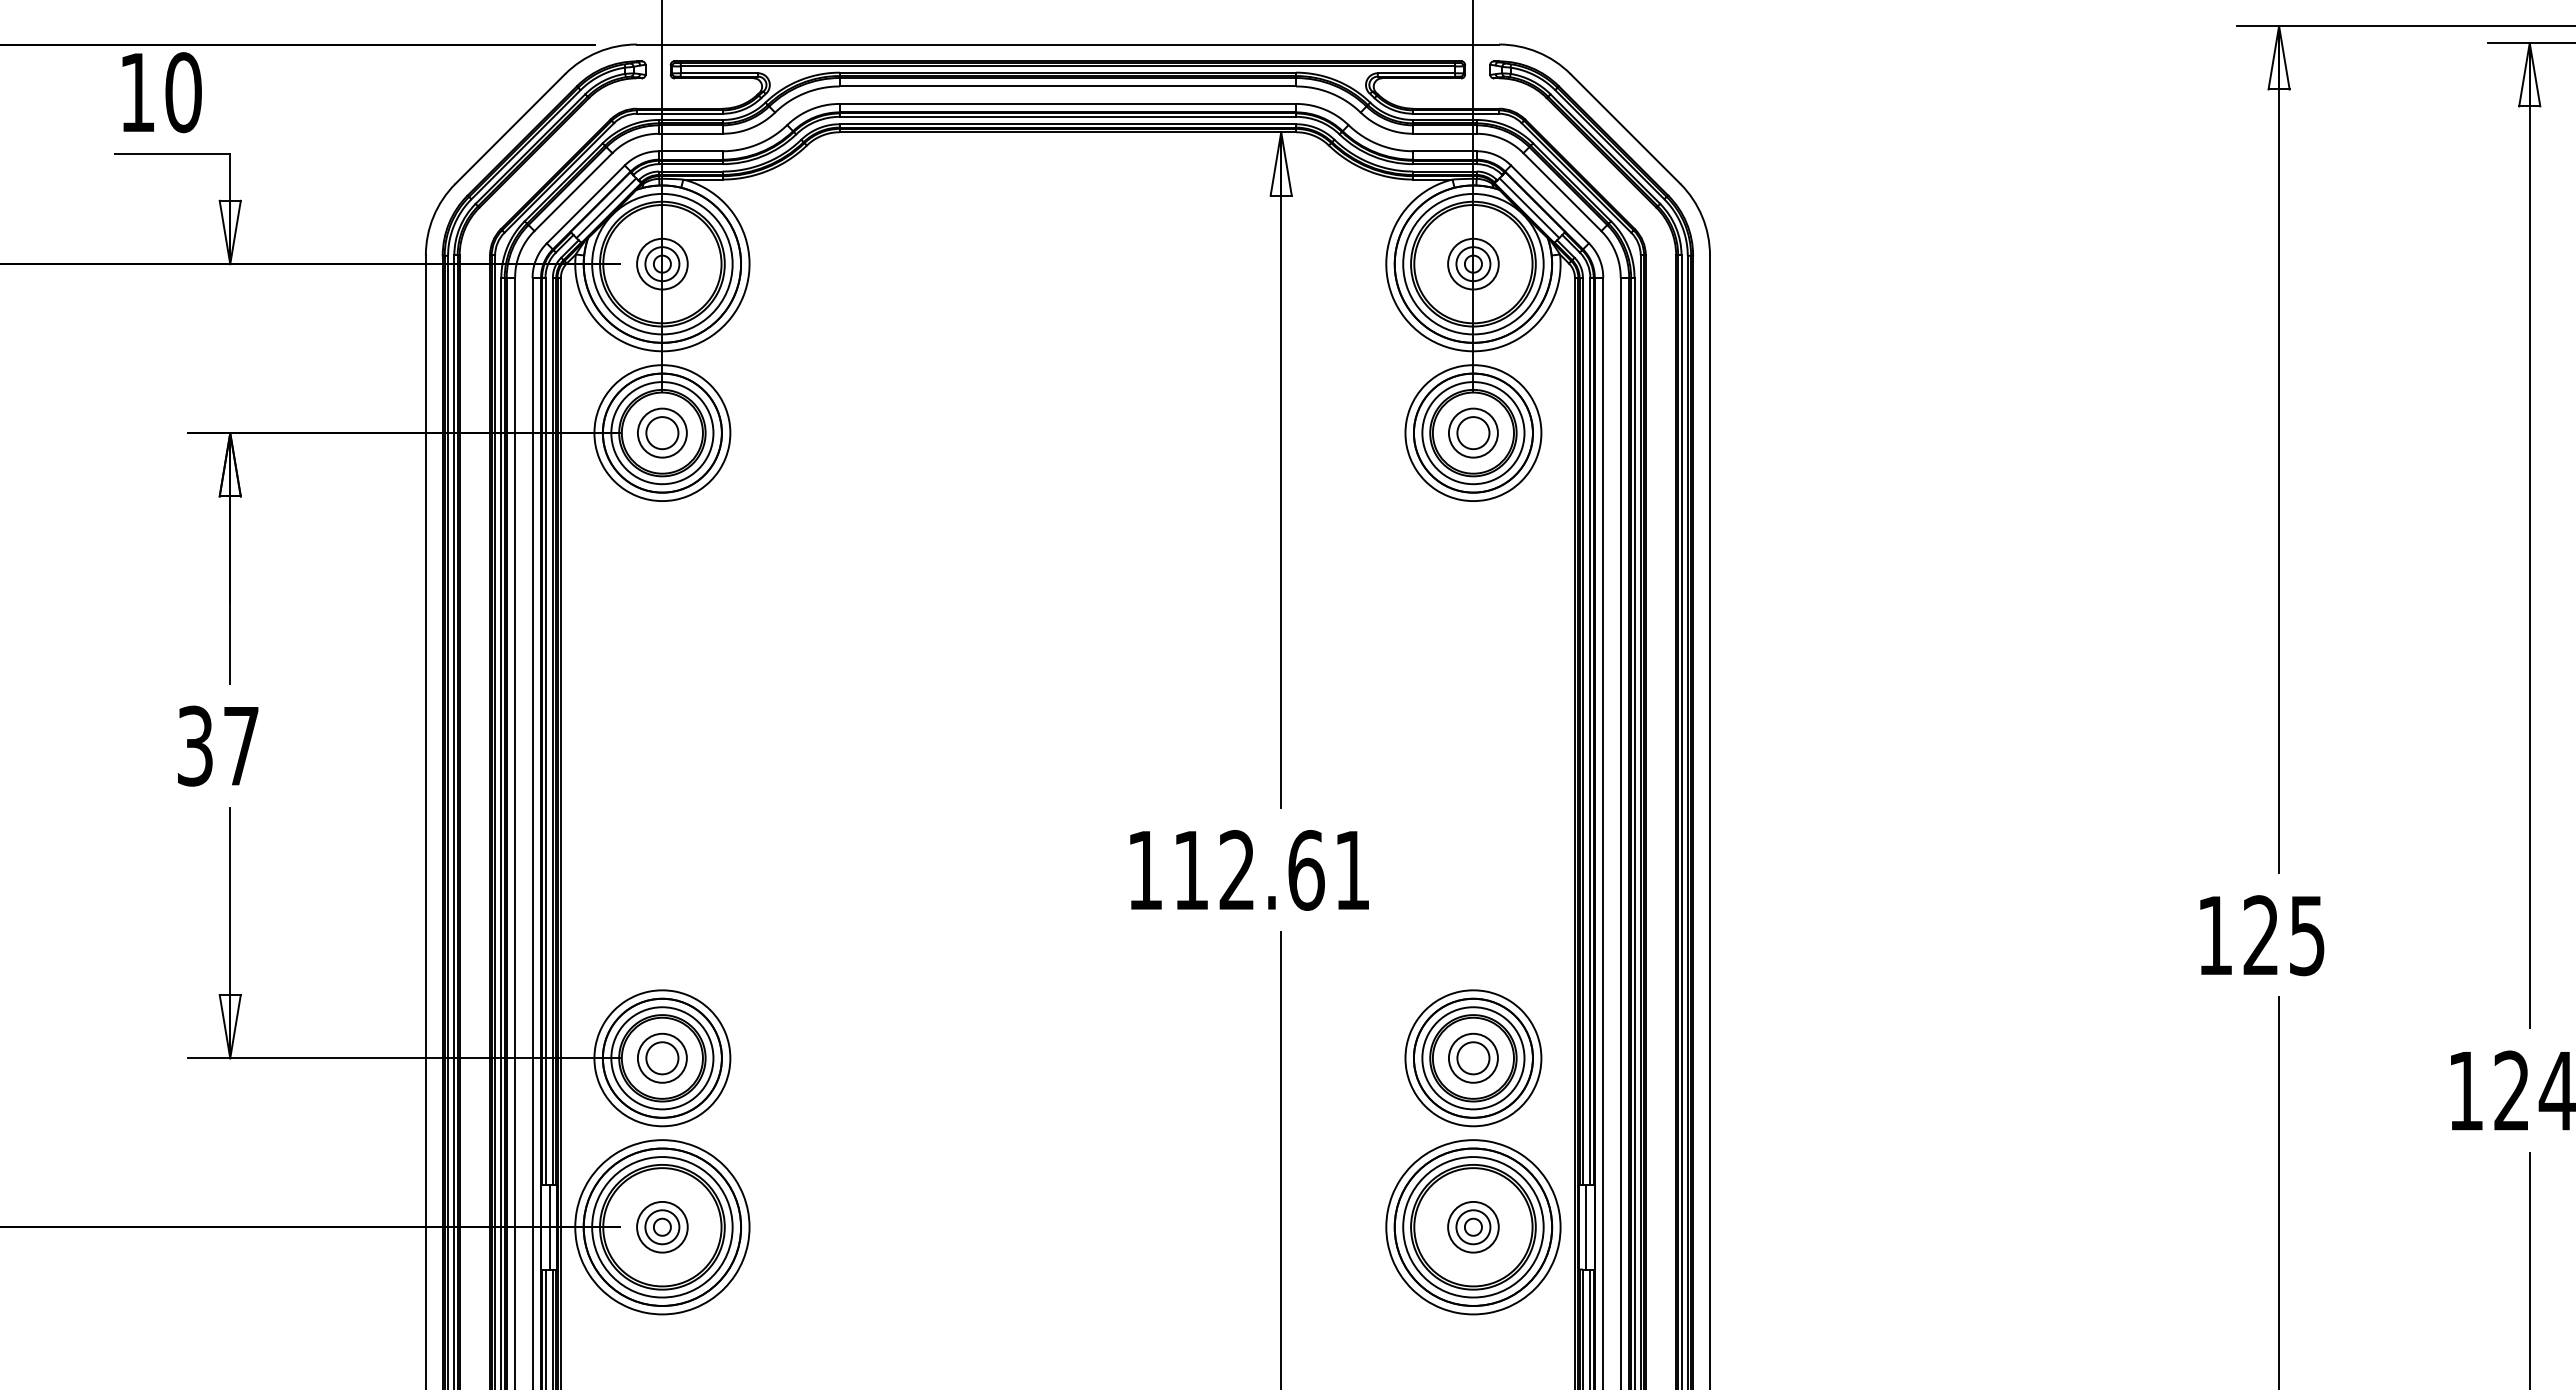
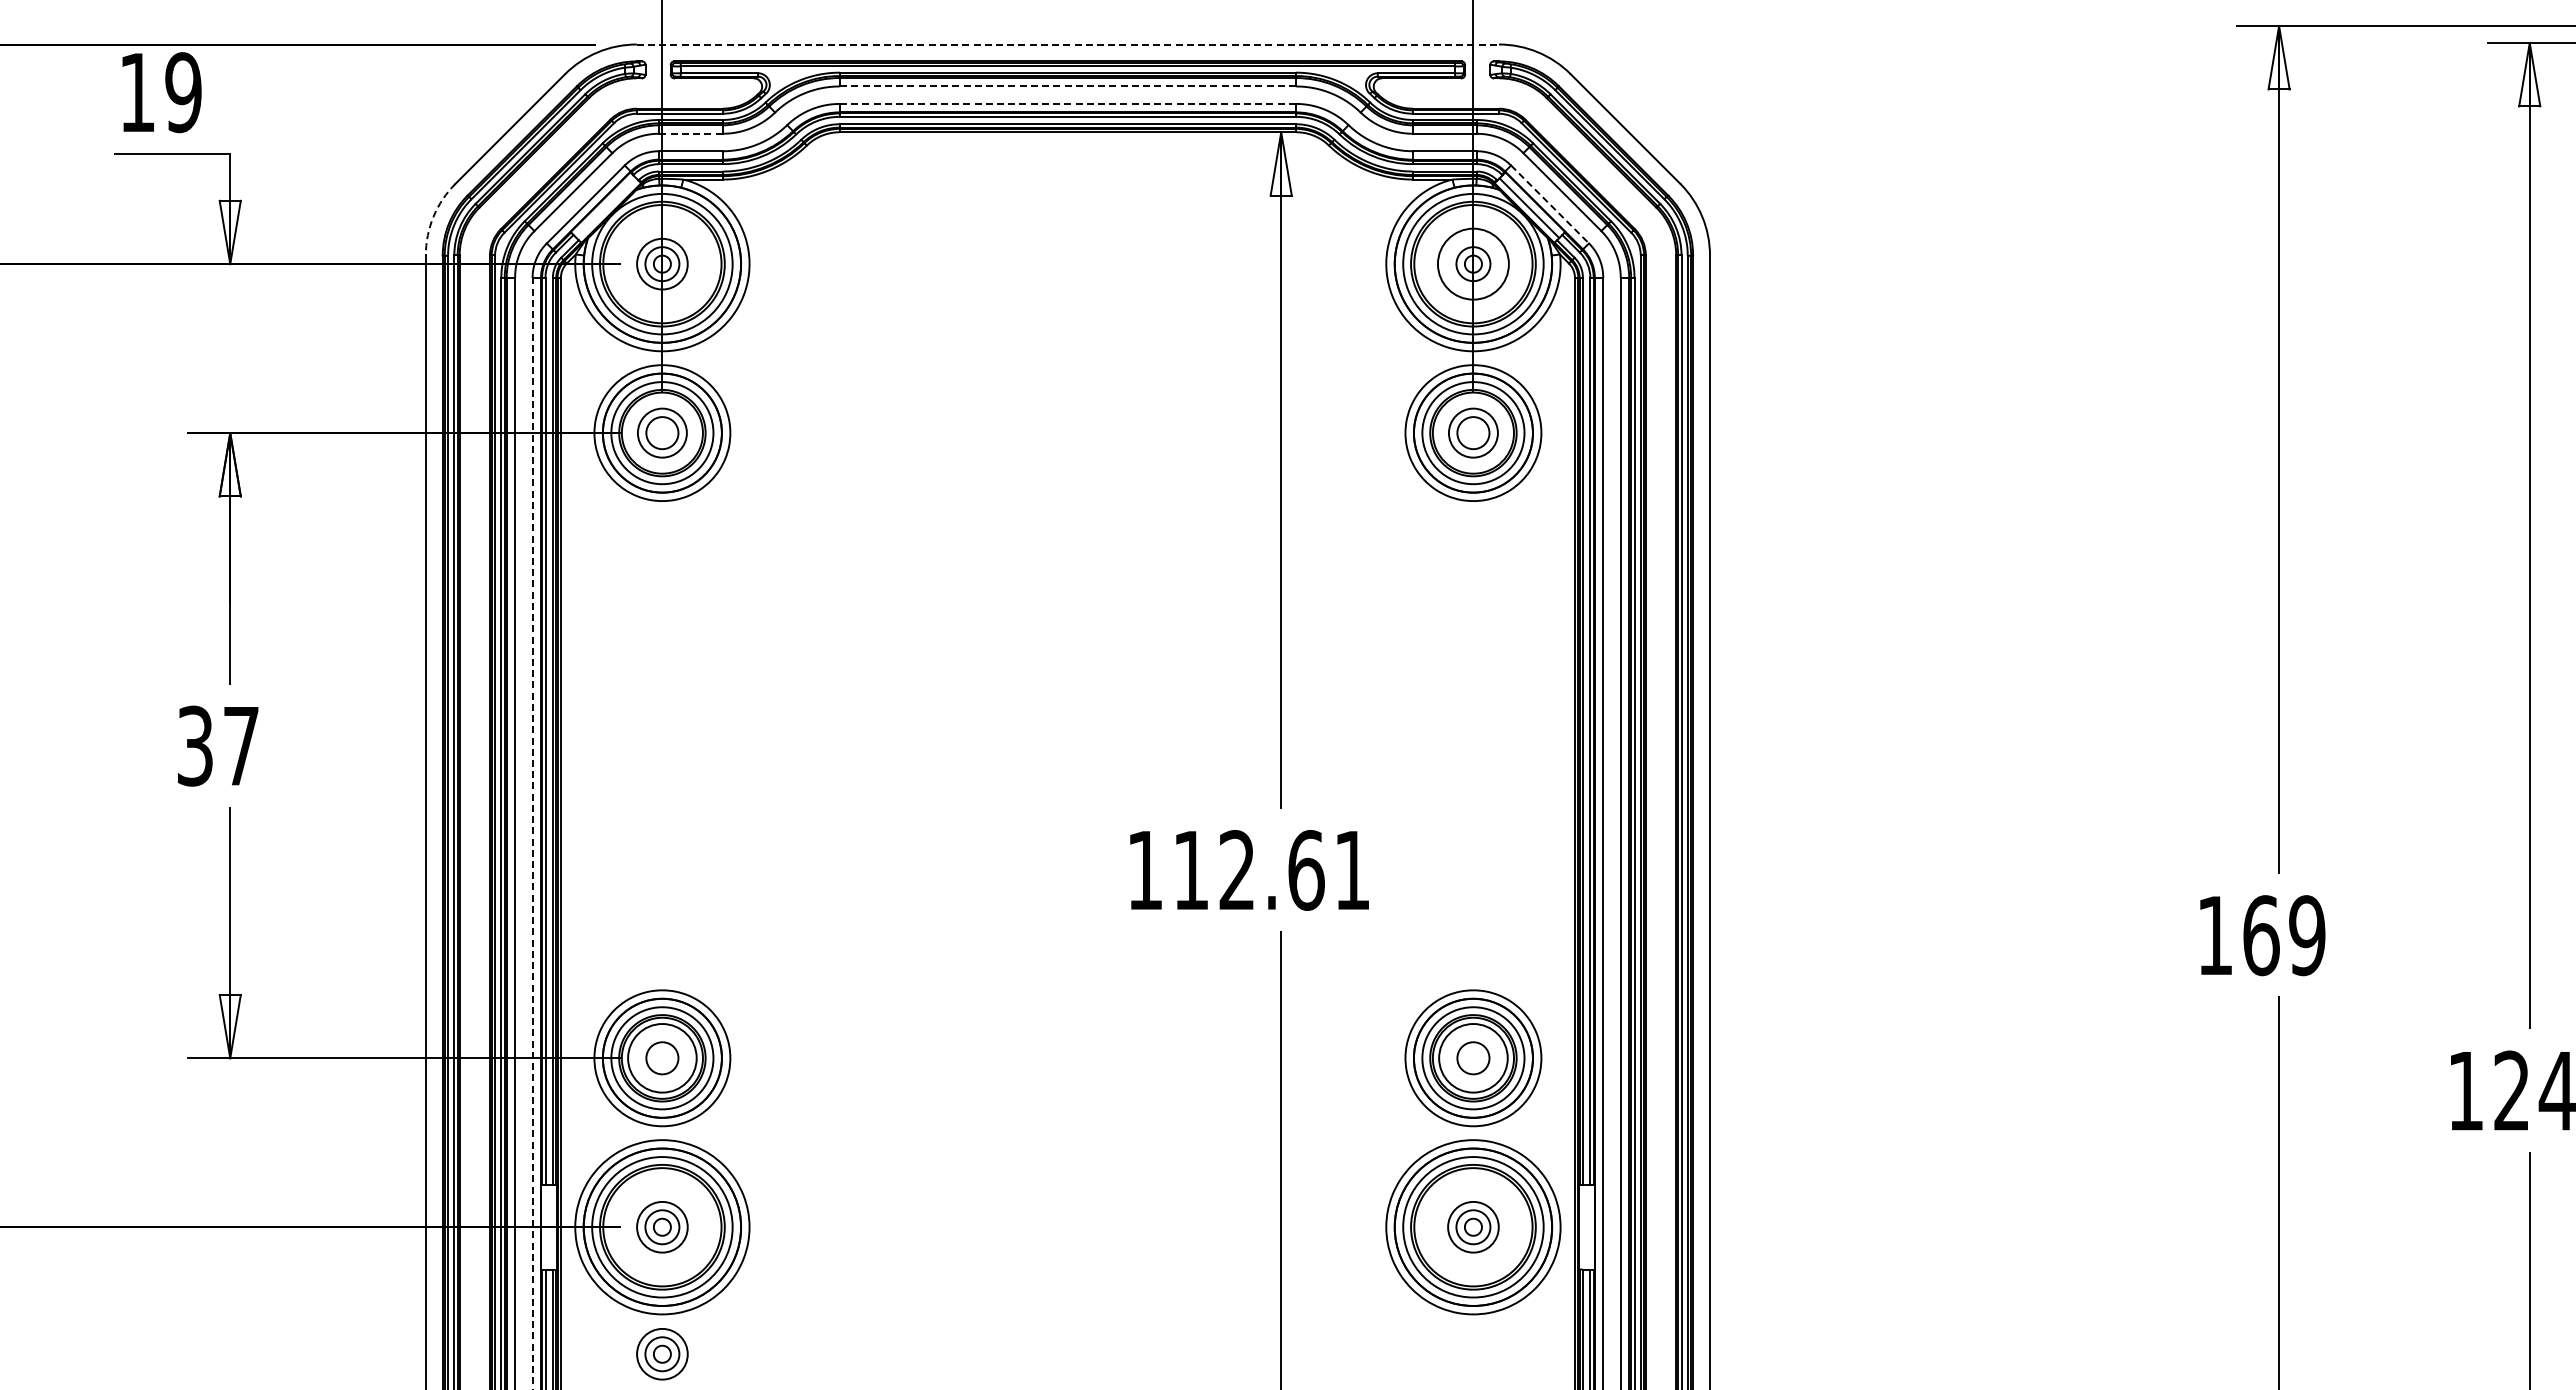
line at (1068, 44): solid -> dashed
line at (1067, 86): solid -> dashed
text at (183, 92): 10 -> 19
line at (1068, 103): solid -> dashed
line at (690, 133): solid -> dashed
line at (1550, 204): solid -> dashed
line at (606, 208): present -> none
arc at (433, 216): solid -> dashed
circle at (1473, 263) diameter: 51 px -> 71 px
line at (532, 833): solid -> dashed
text at (2284, 935): 125 -> 169
circle at (661, 1057) diameter: 49 px -> 69 px
circle at (1472, 1057) diameter: 49 px -> 69 px
line at (549, 1227): present -> none
line at (1586, 1227): present -> none
part at (662, 1354): none -> present
